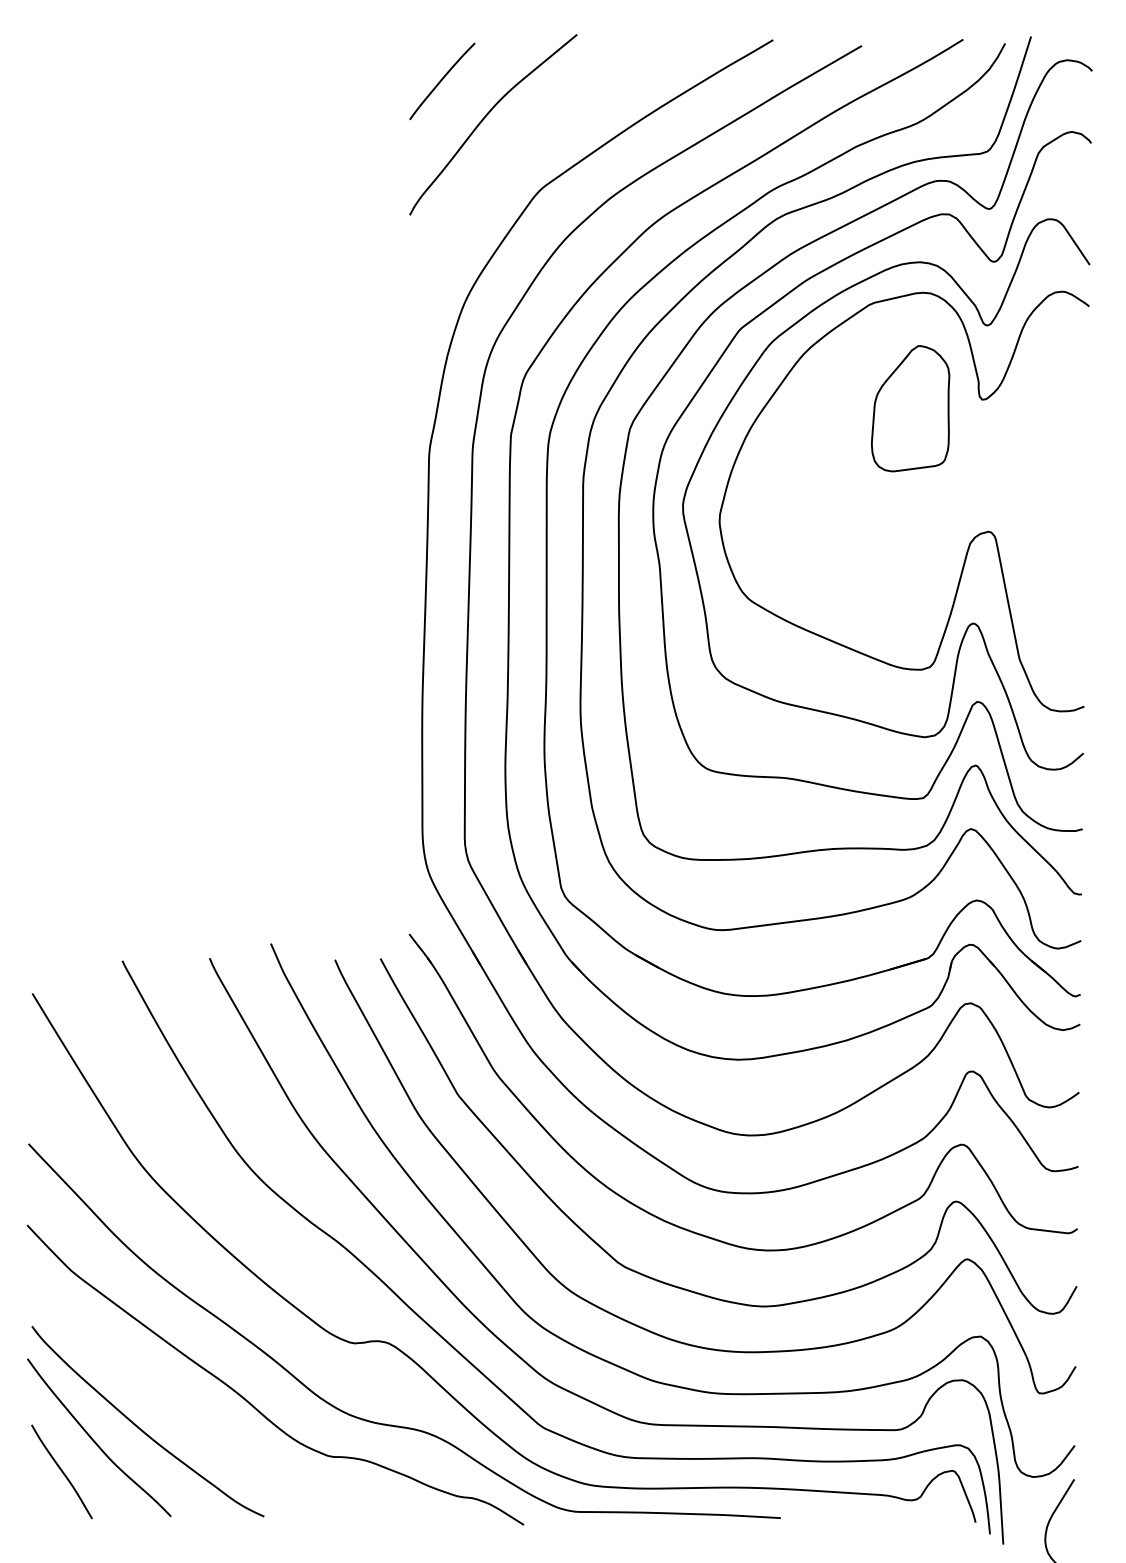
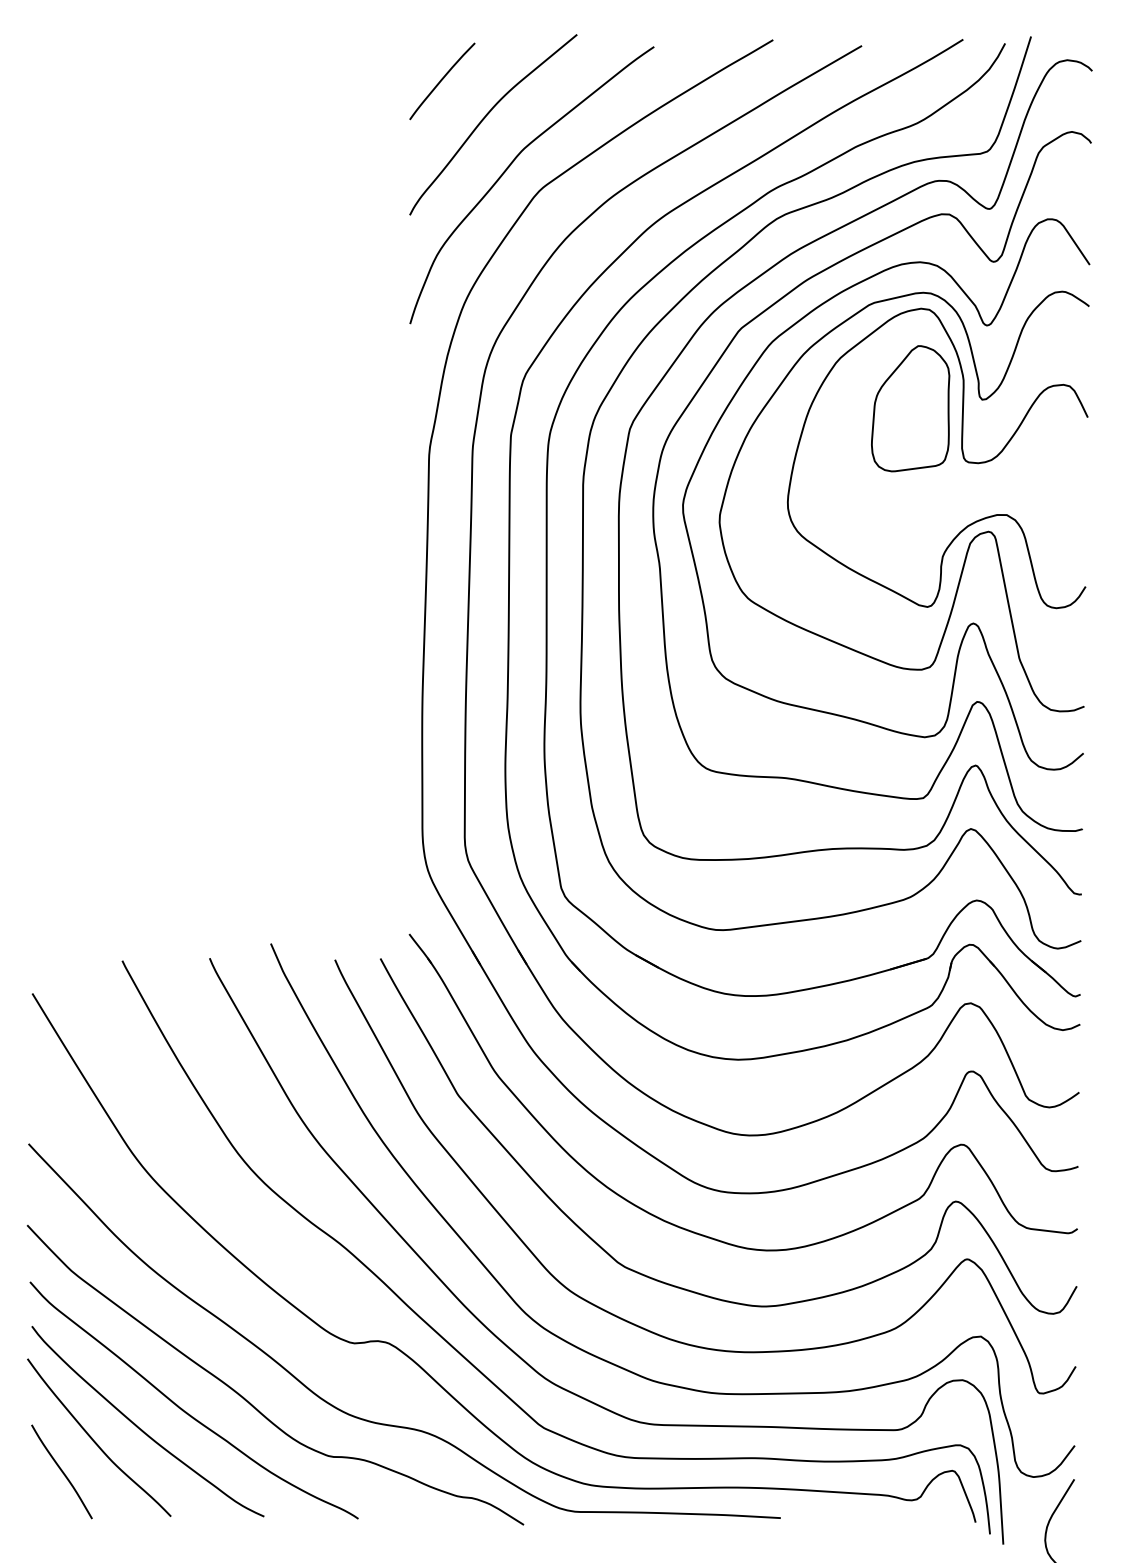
curve at (510, 166): none -> present
curve at (961, 452): none -> present
curve at (186, 1411): none -> present
